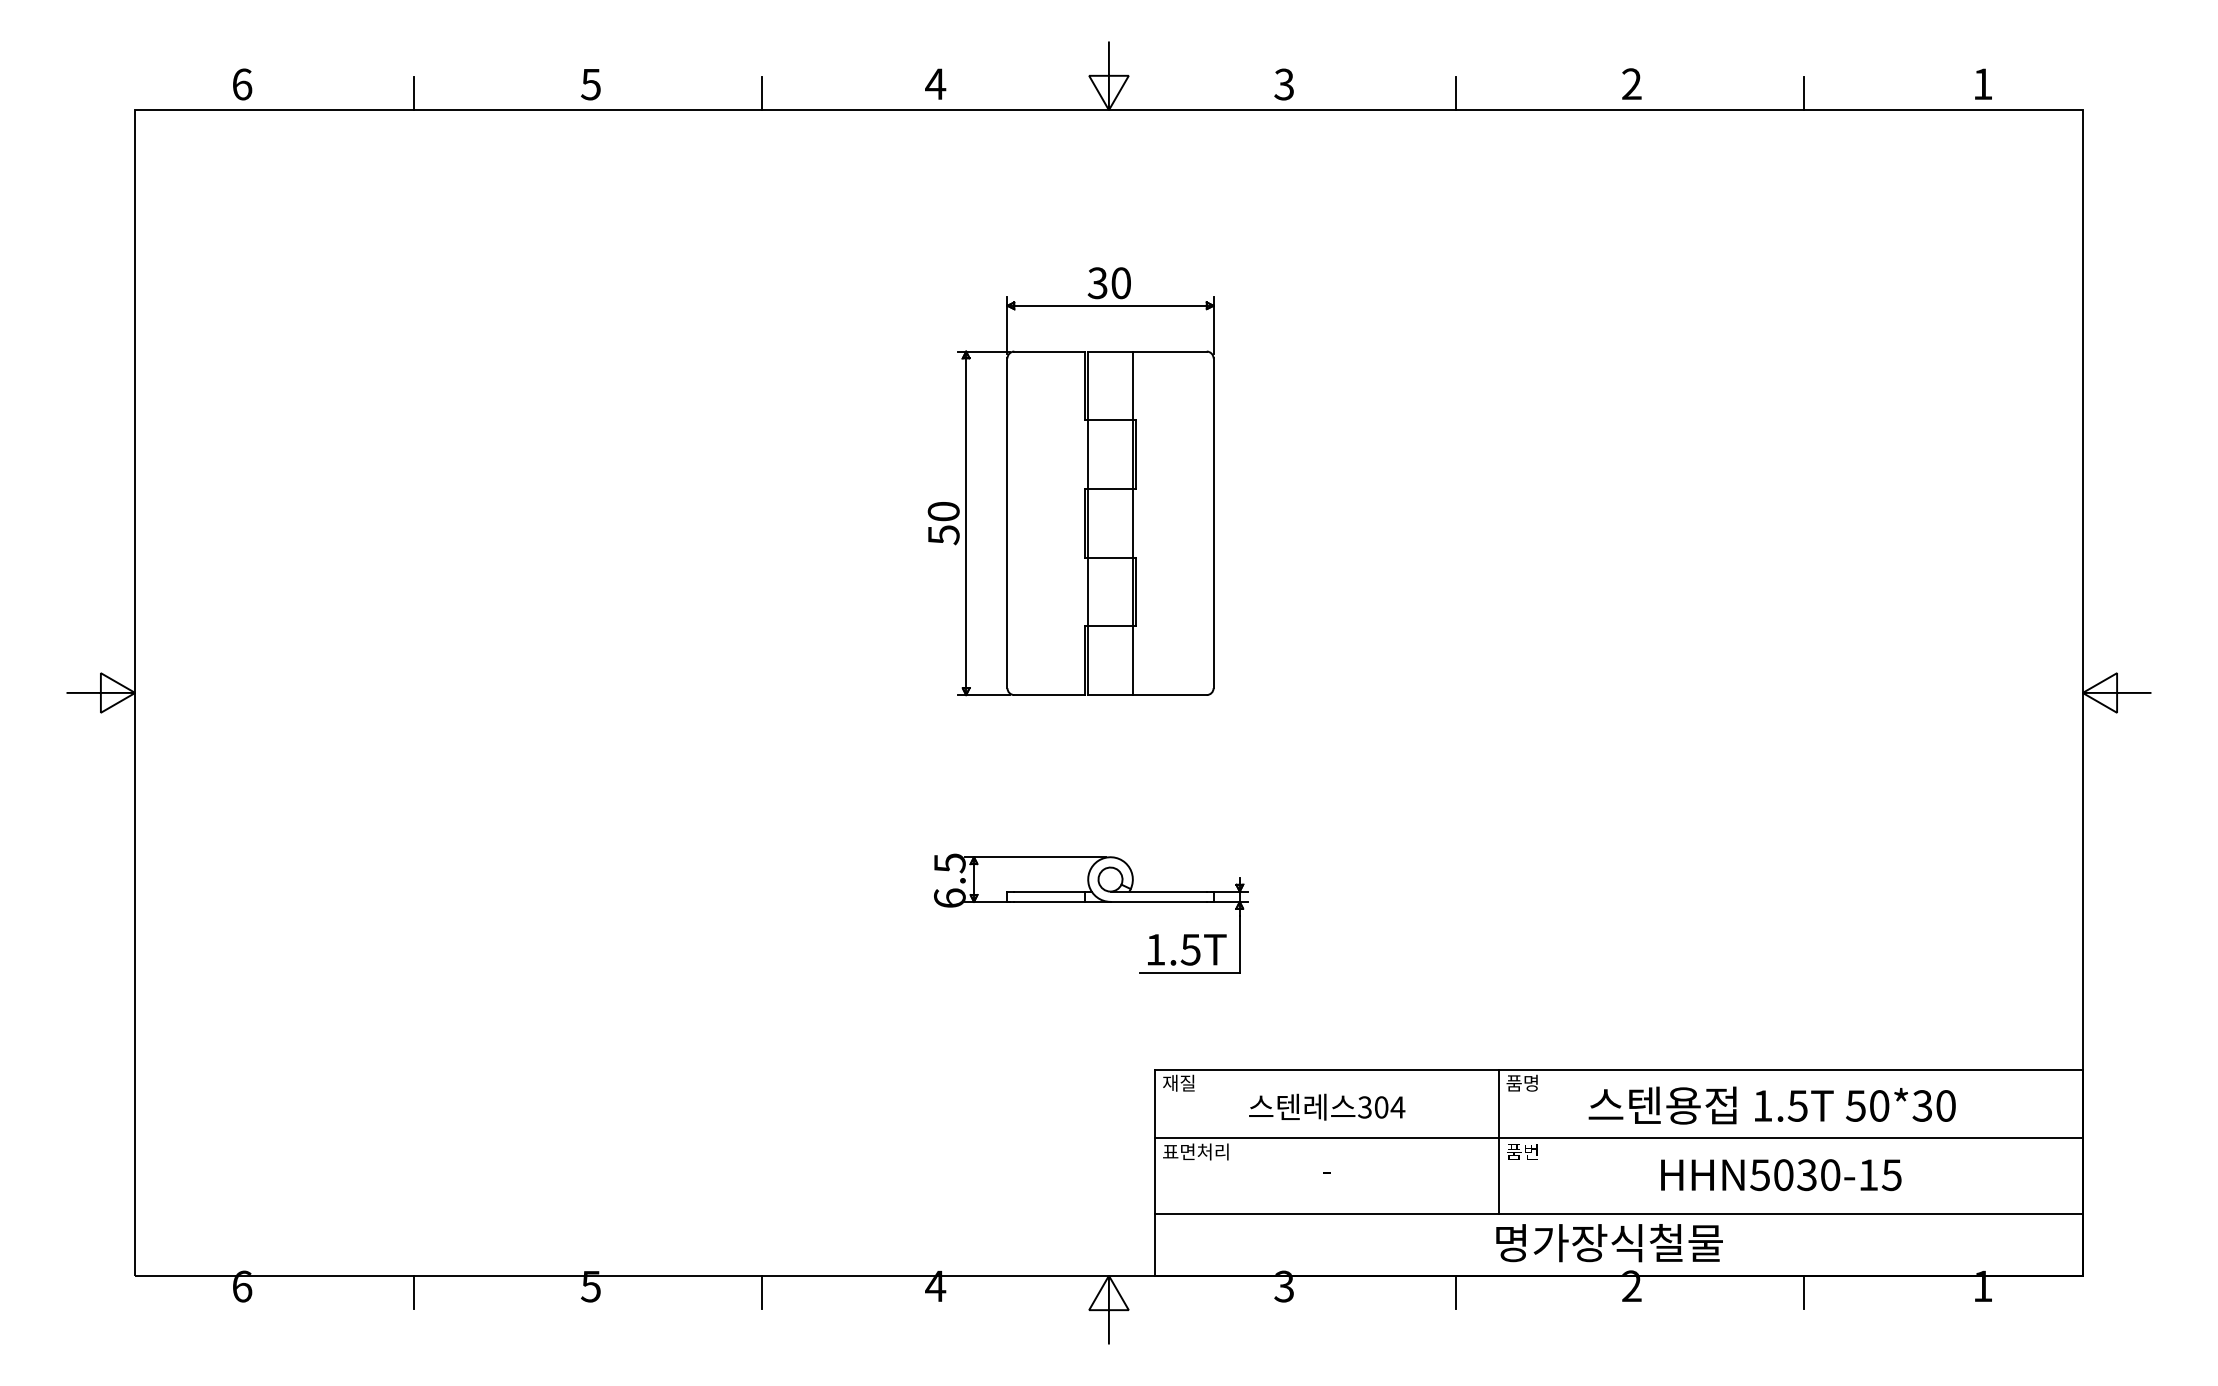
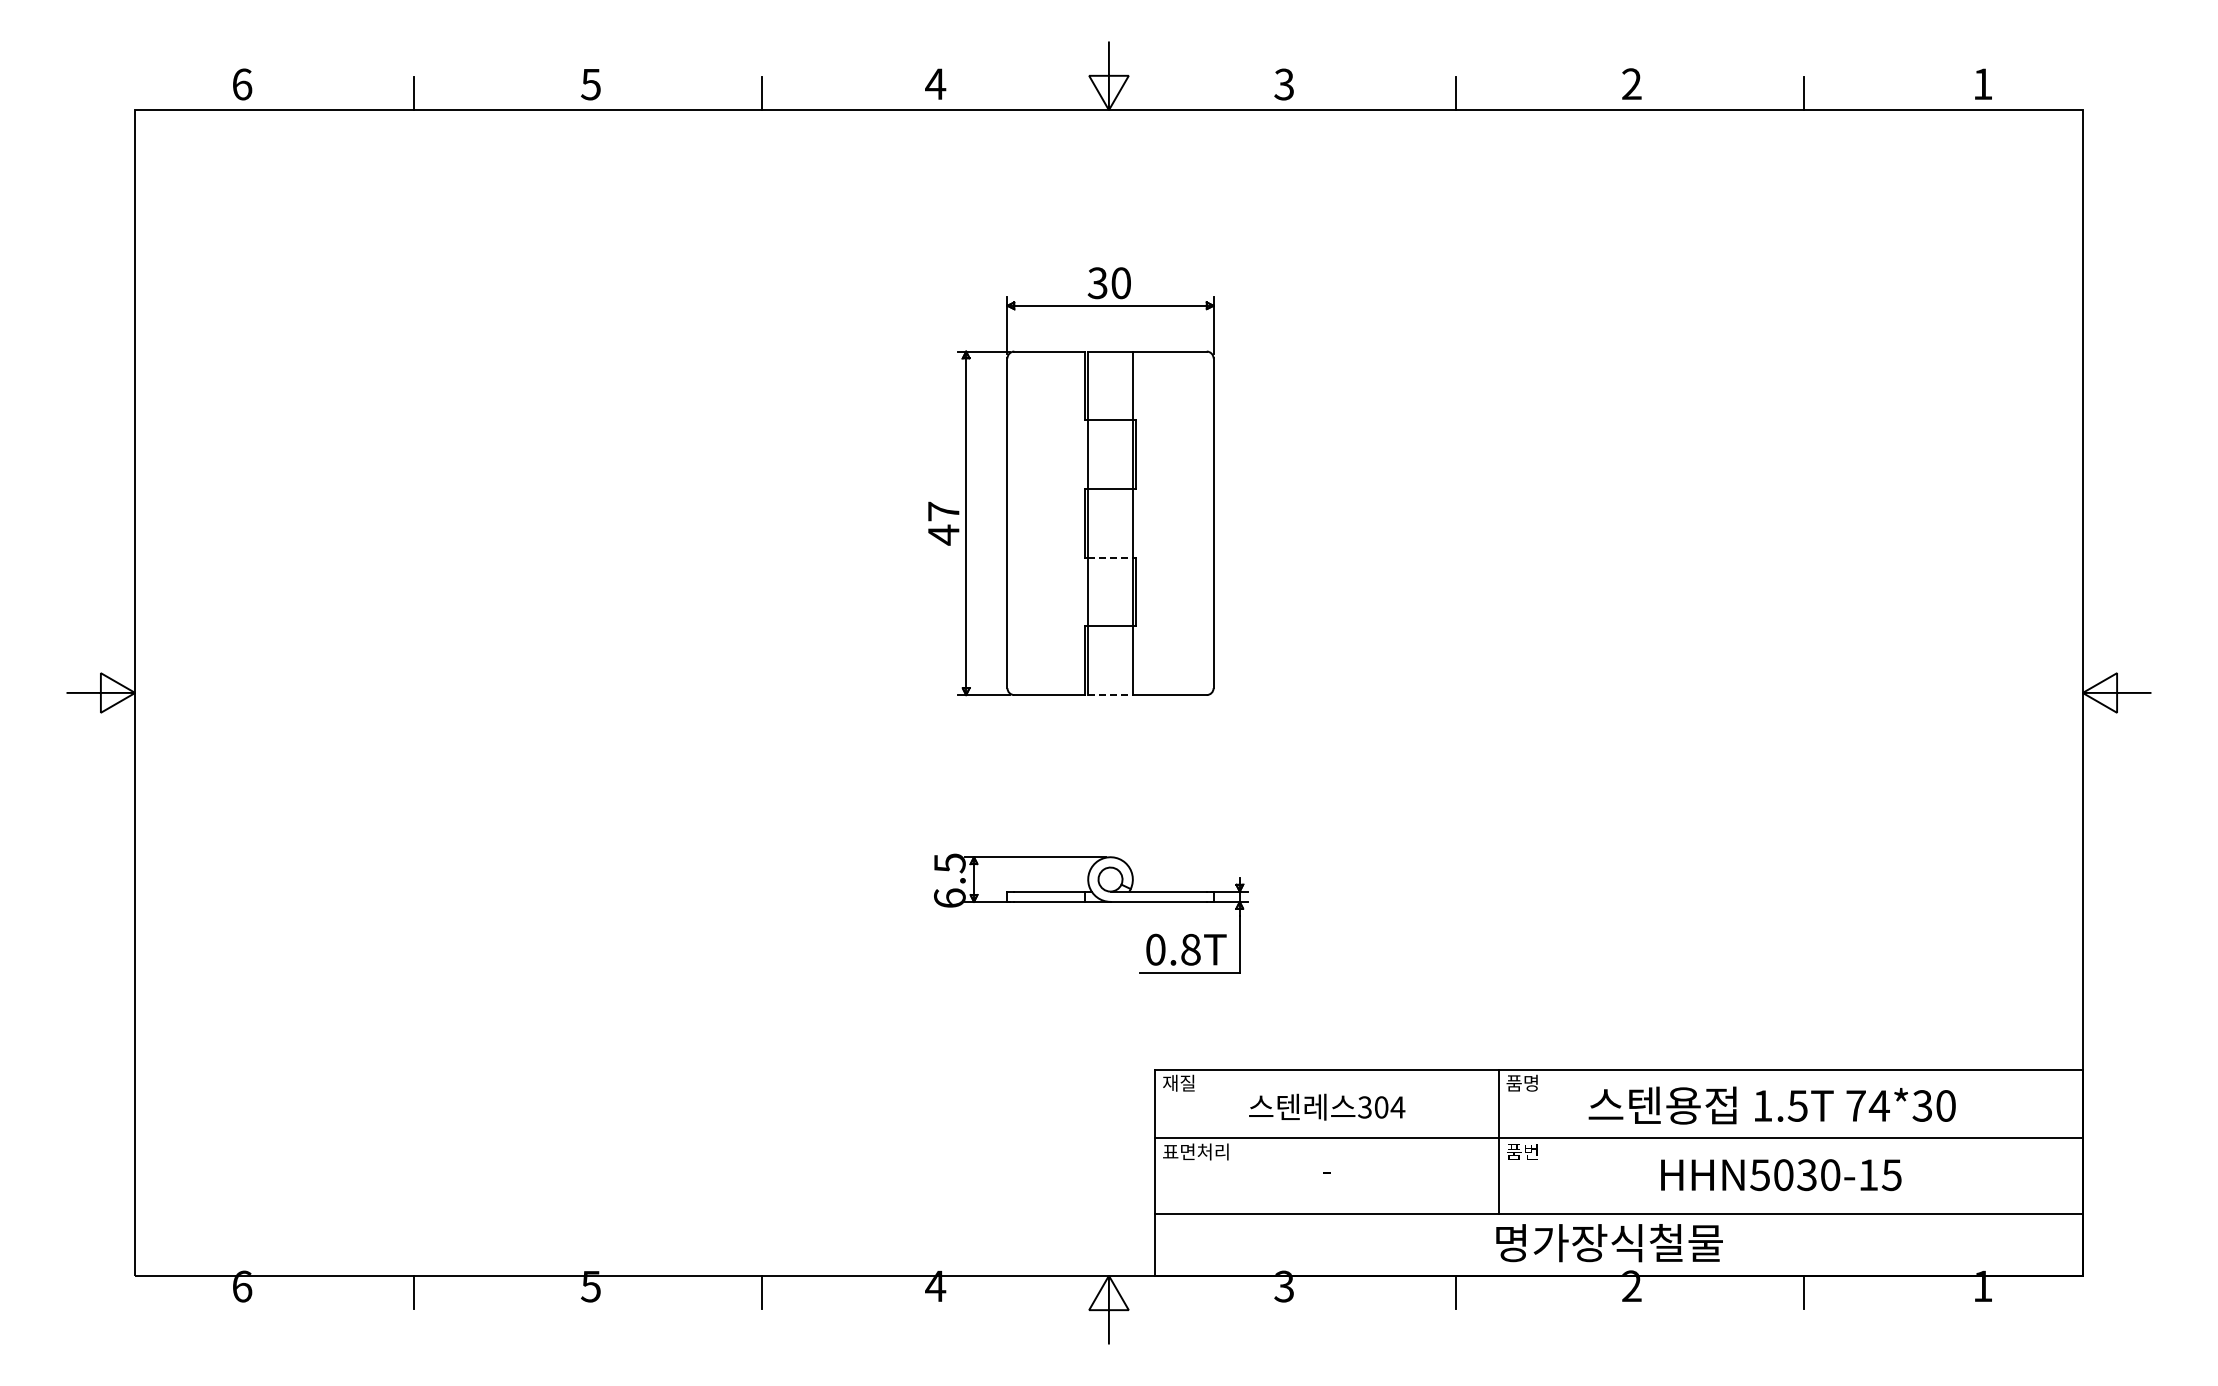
text at (943, 523): 50 -> 47
line at (1111, 557): solid -> dashed
line at (1111, 695): solid -> dashed
text at (1173, 949): 1.5T -> 0.8T
text at (1867, 1105): 50*30 -> 74*30
